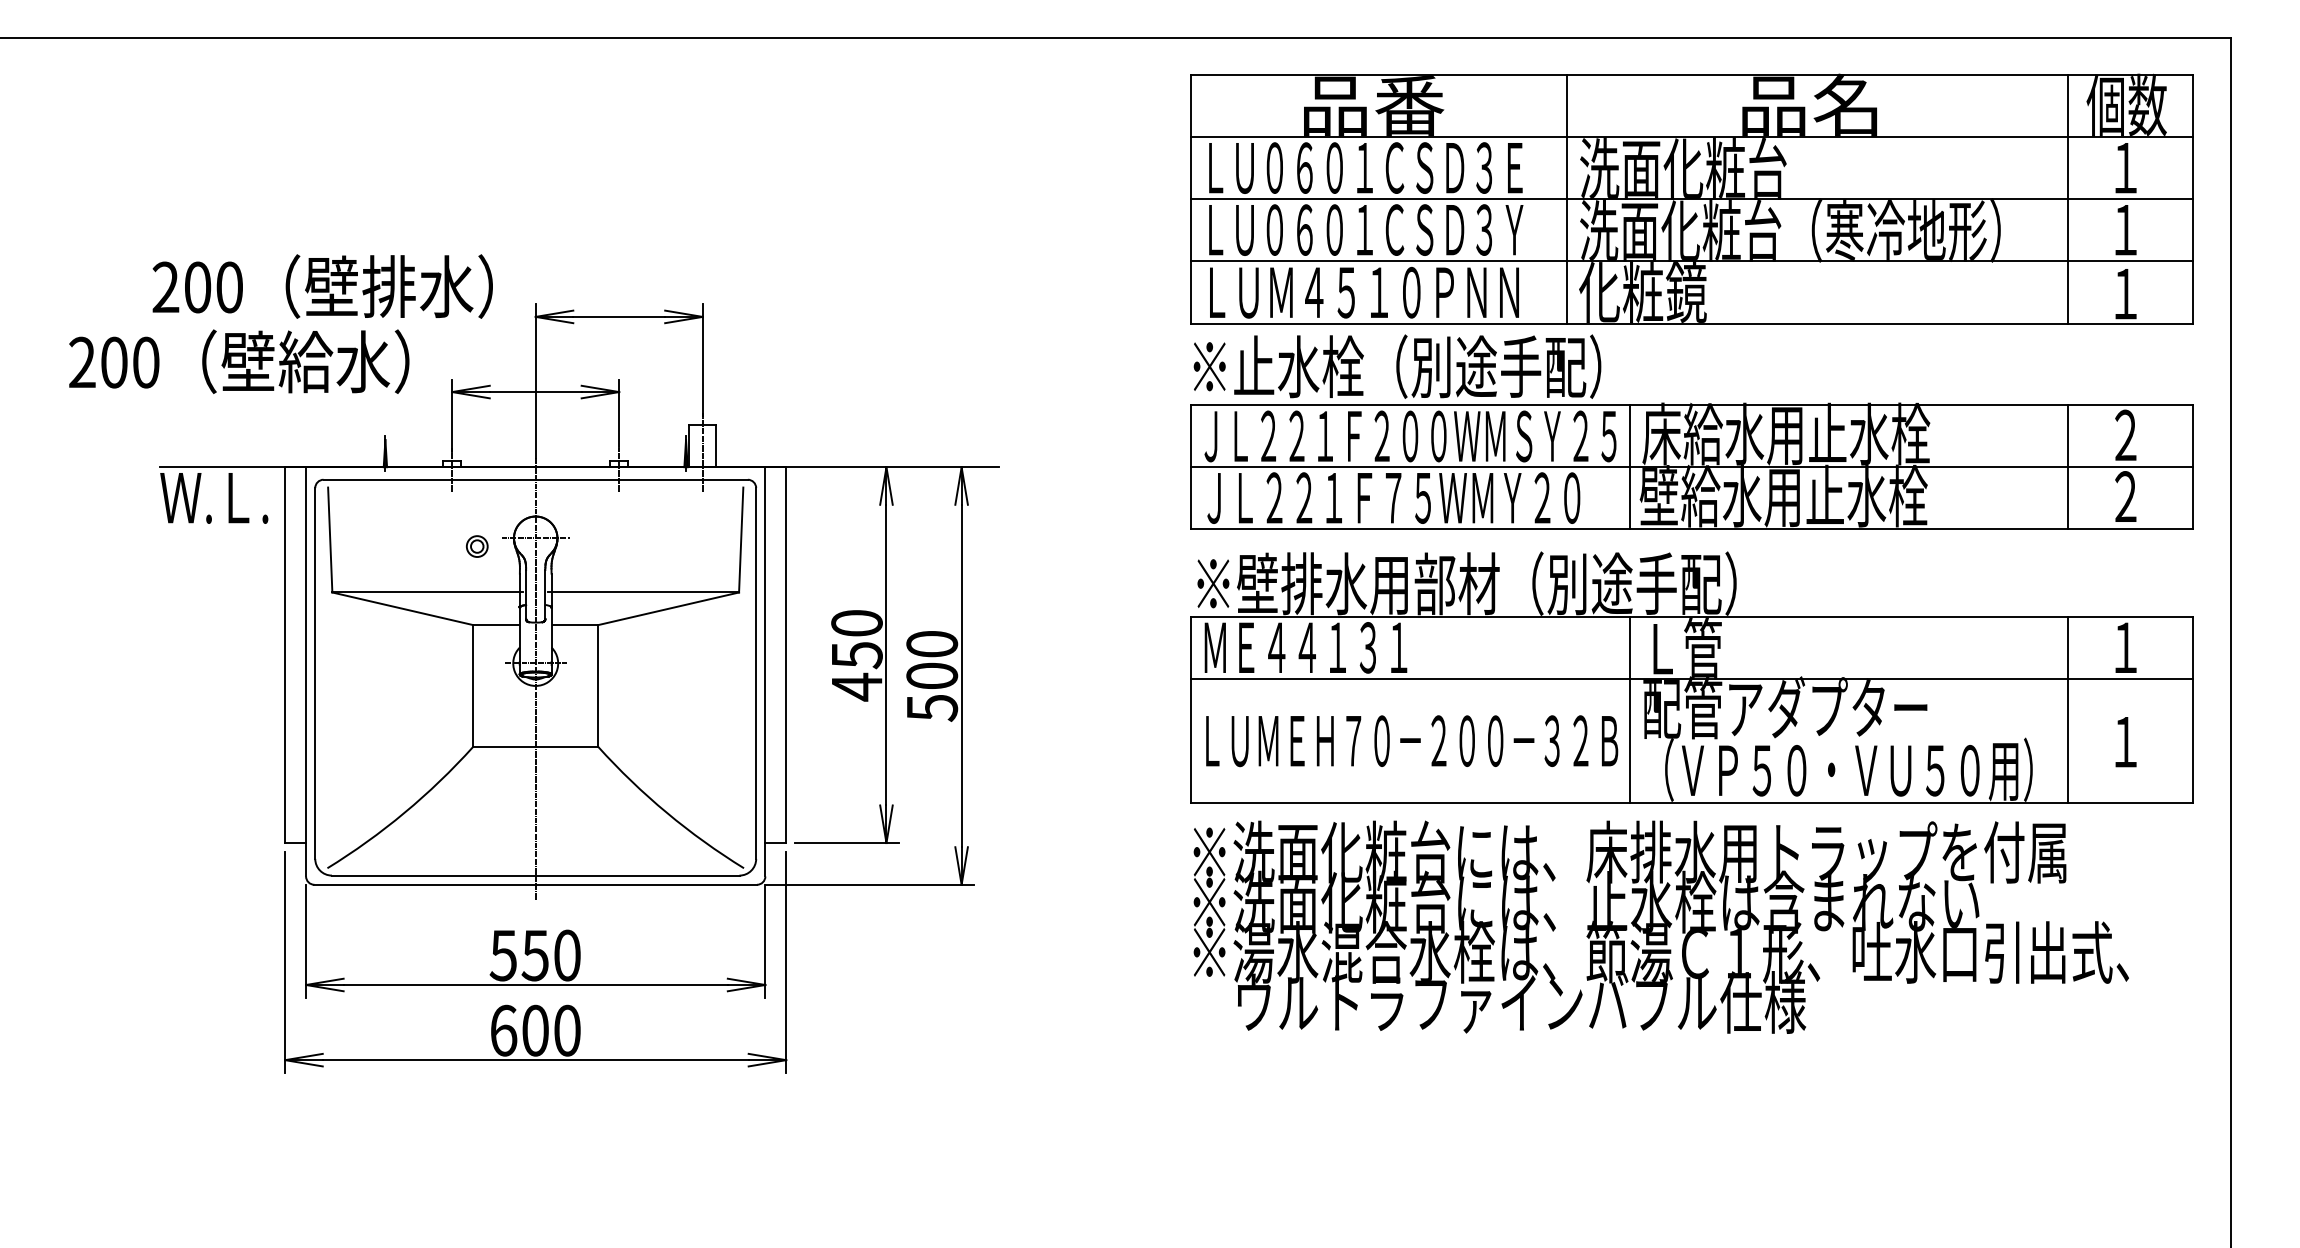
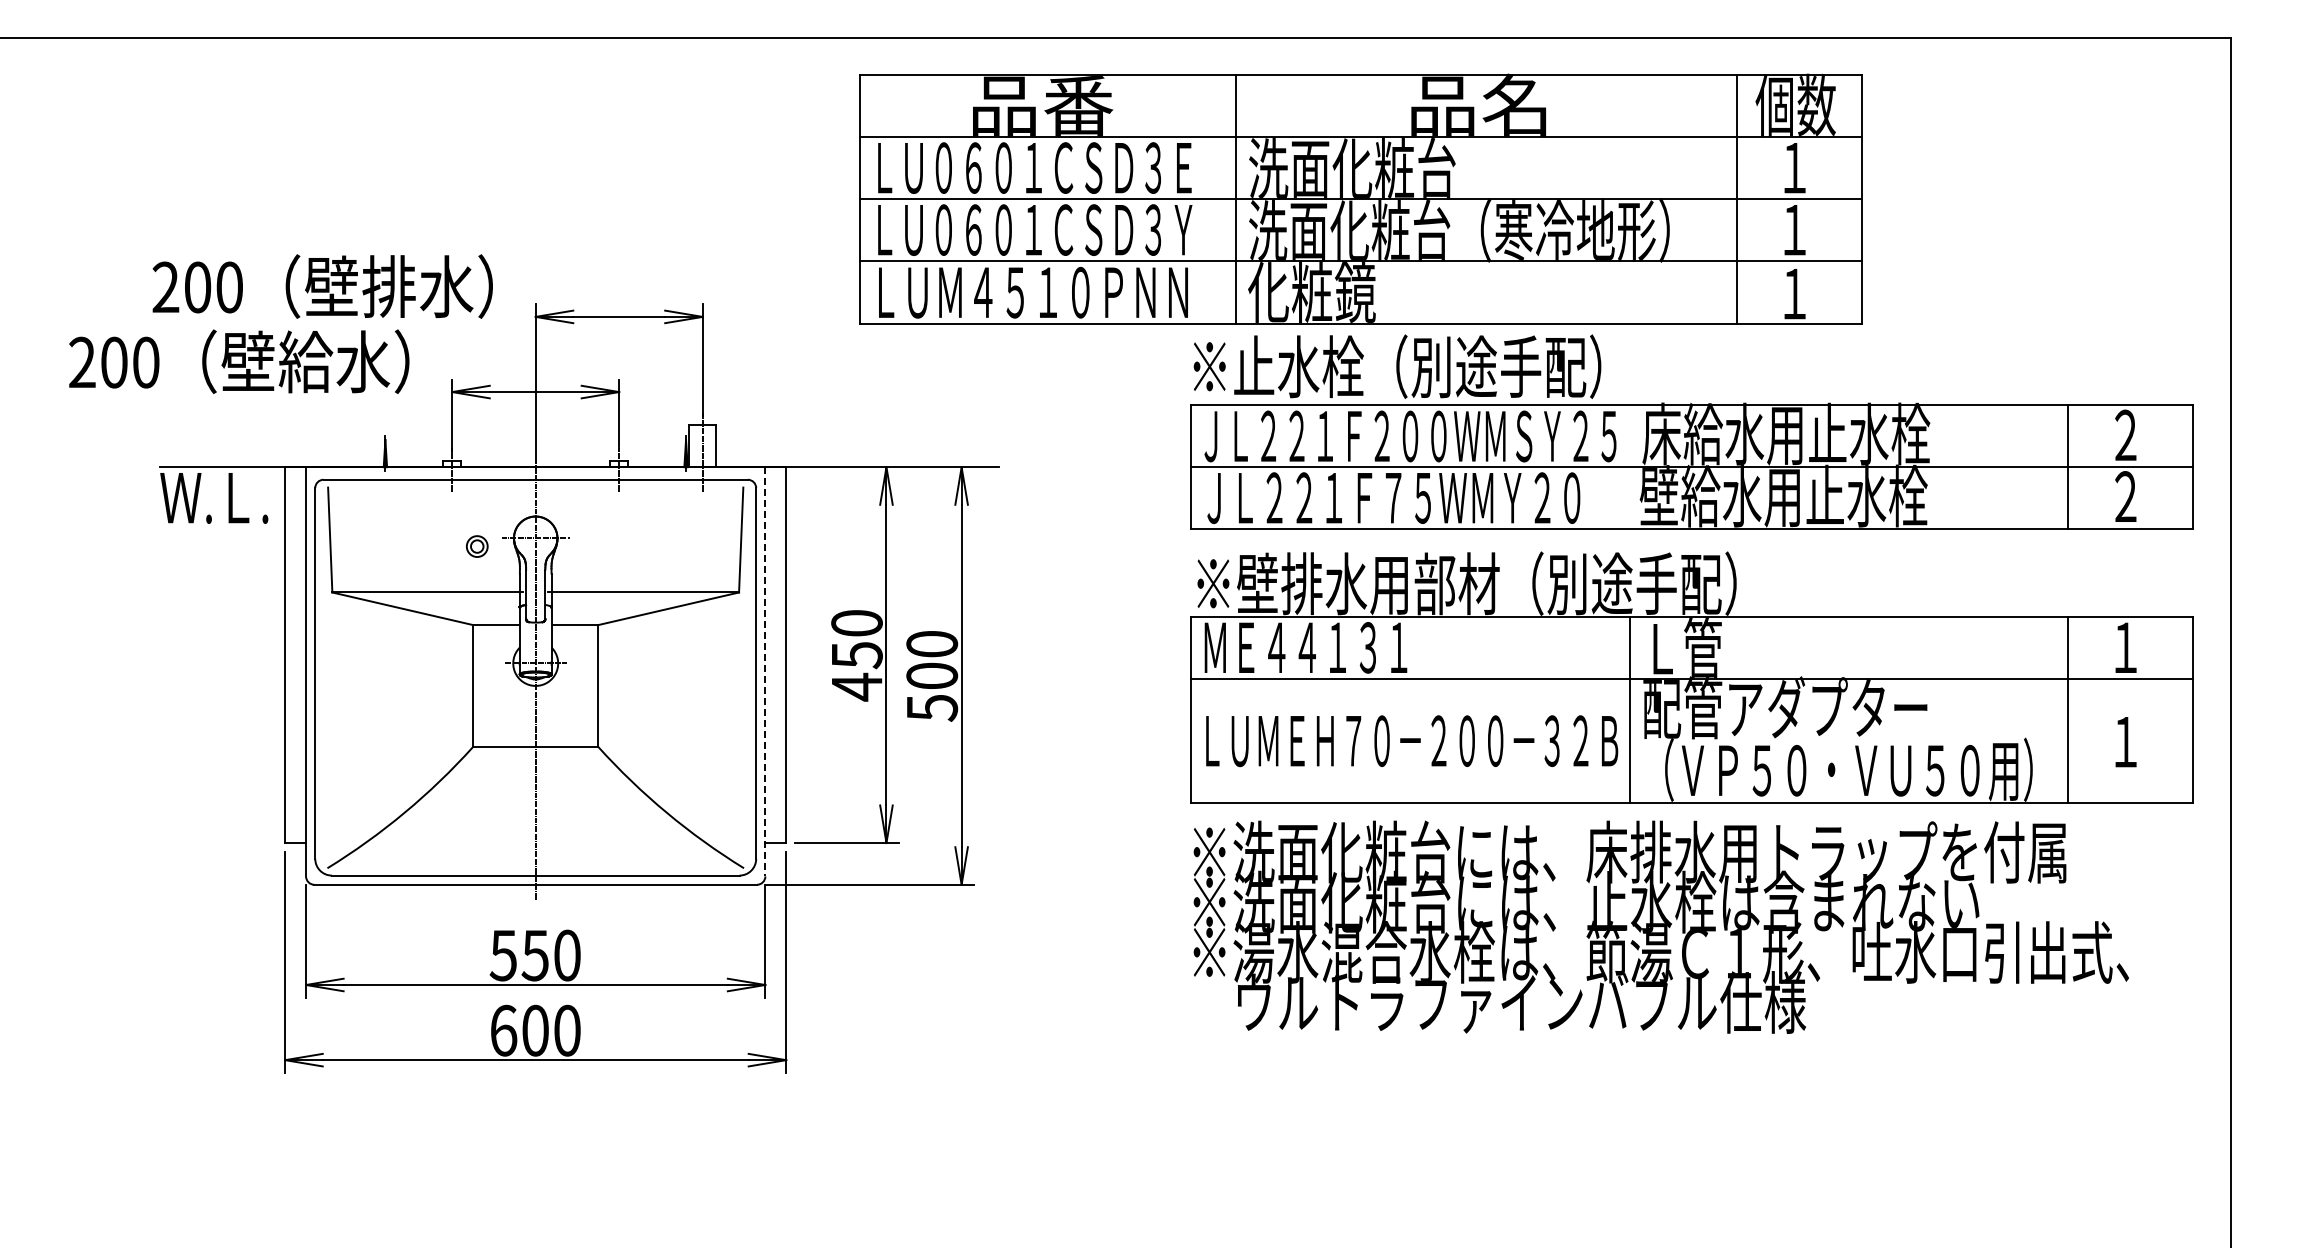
part at (1691, 198) position: (1691, 198) -> (1360, 198)
line at (1629, 467): present -> none
line at (765, 671): solid -> dashed
